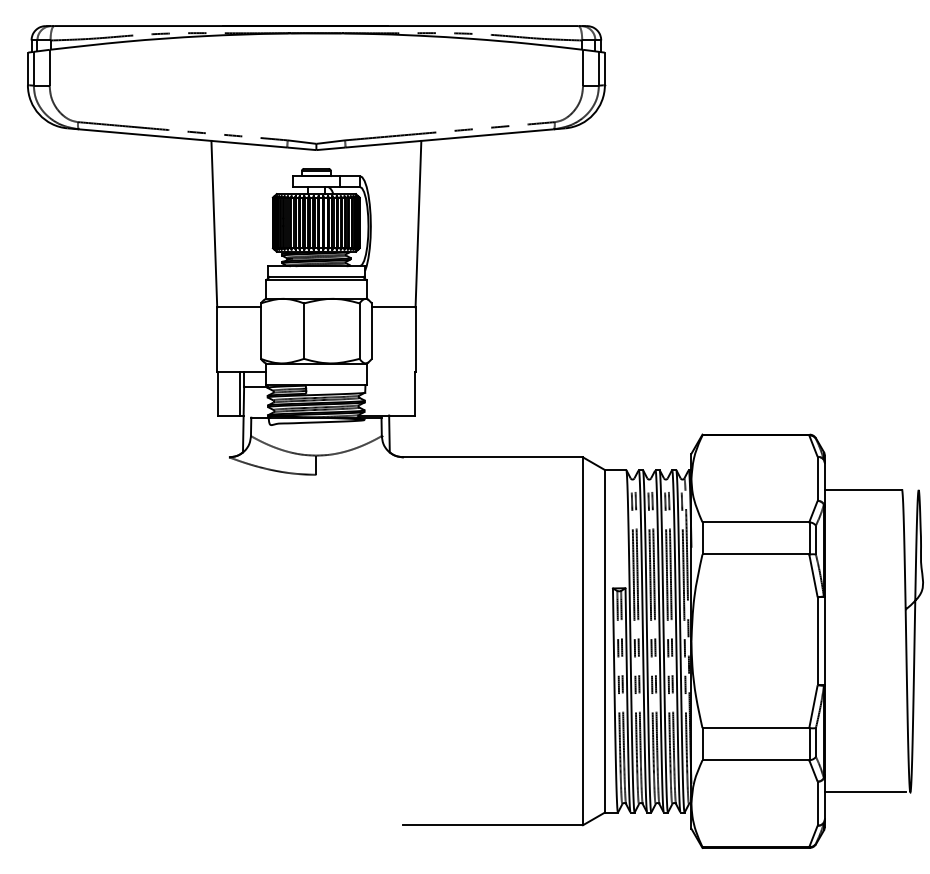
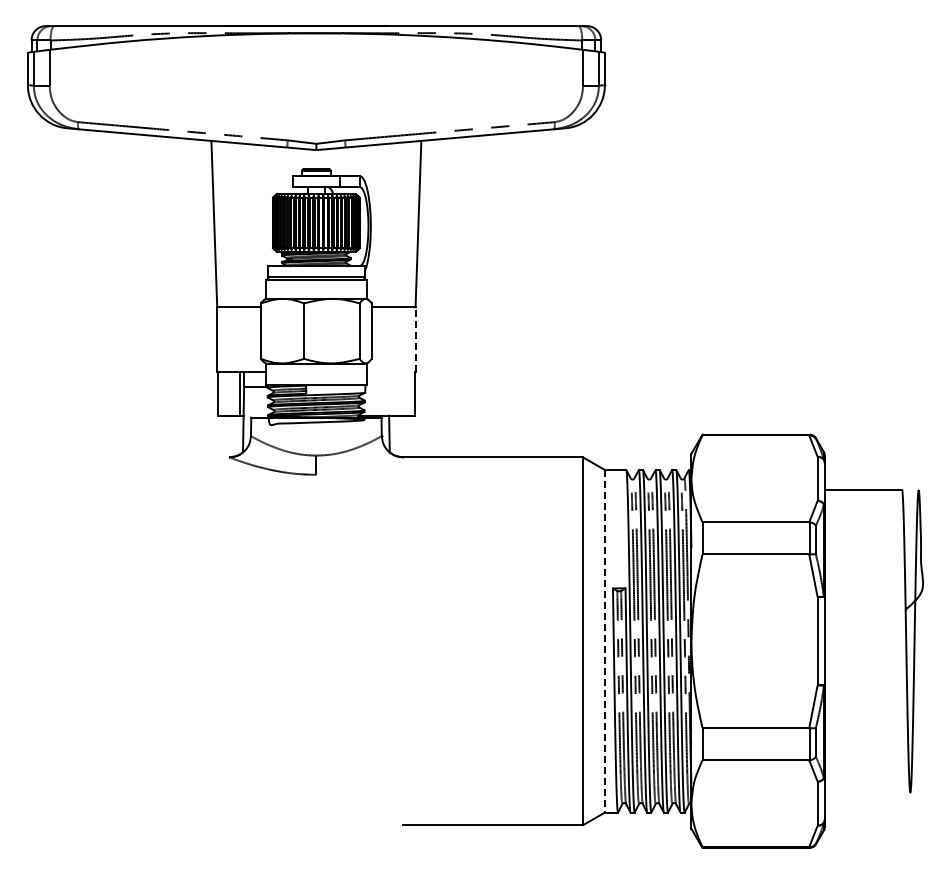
line at (415, 339): solid -> dashed
line at (604, 641): solid -> dashed
line at (864, 792): present -> none
